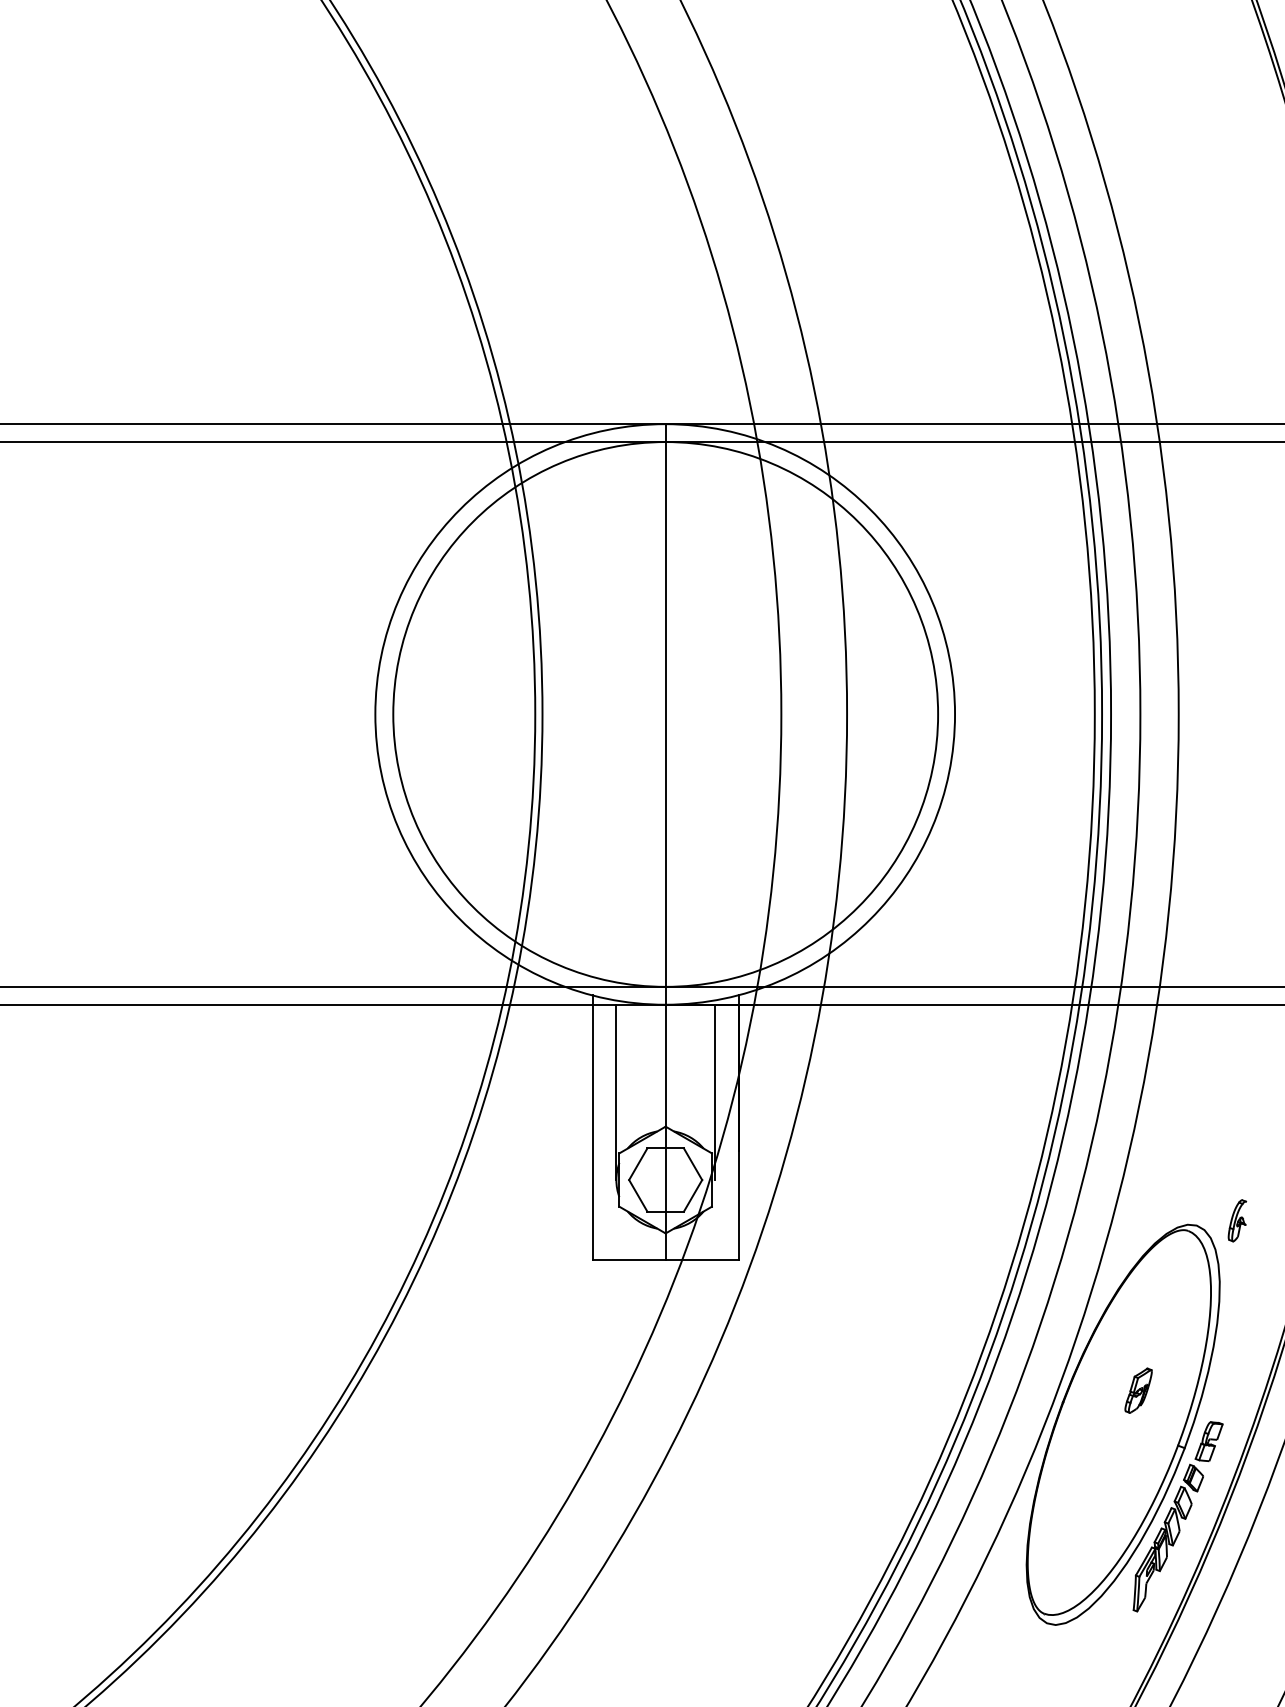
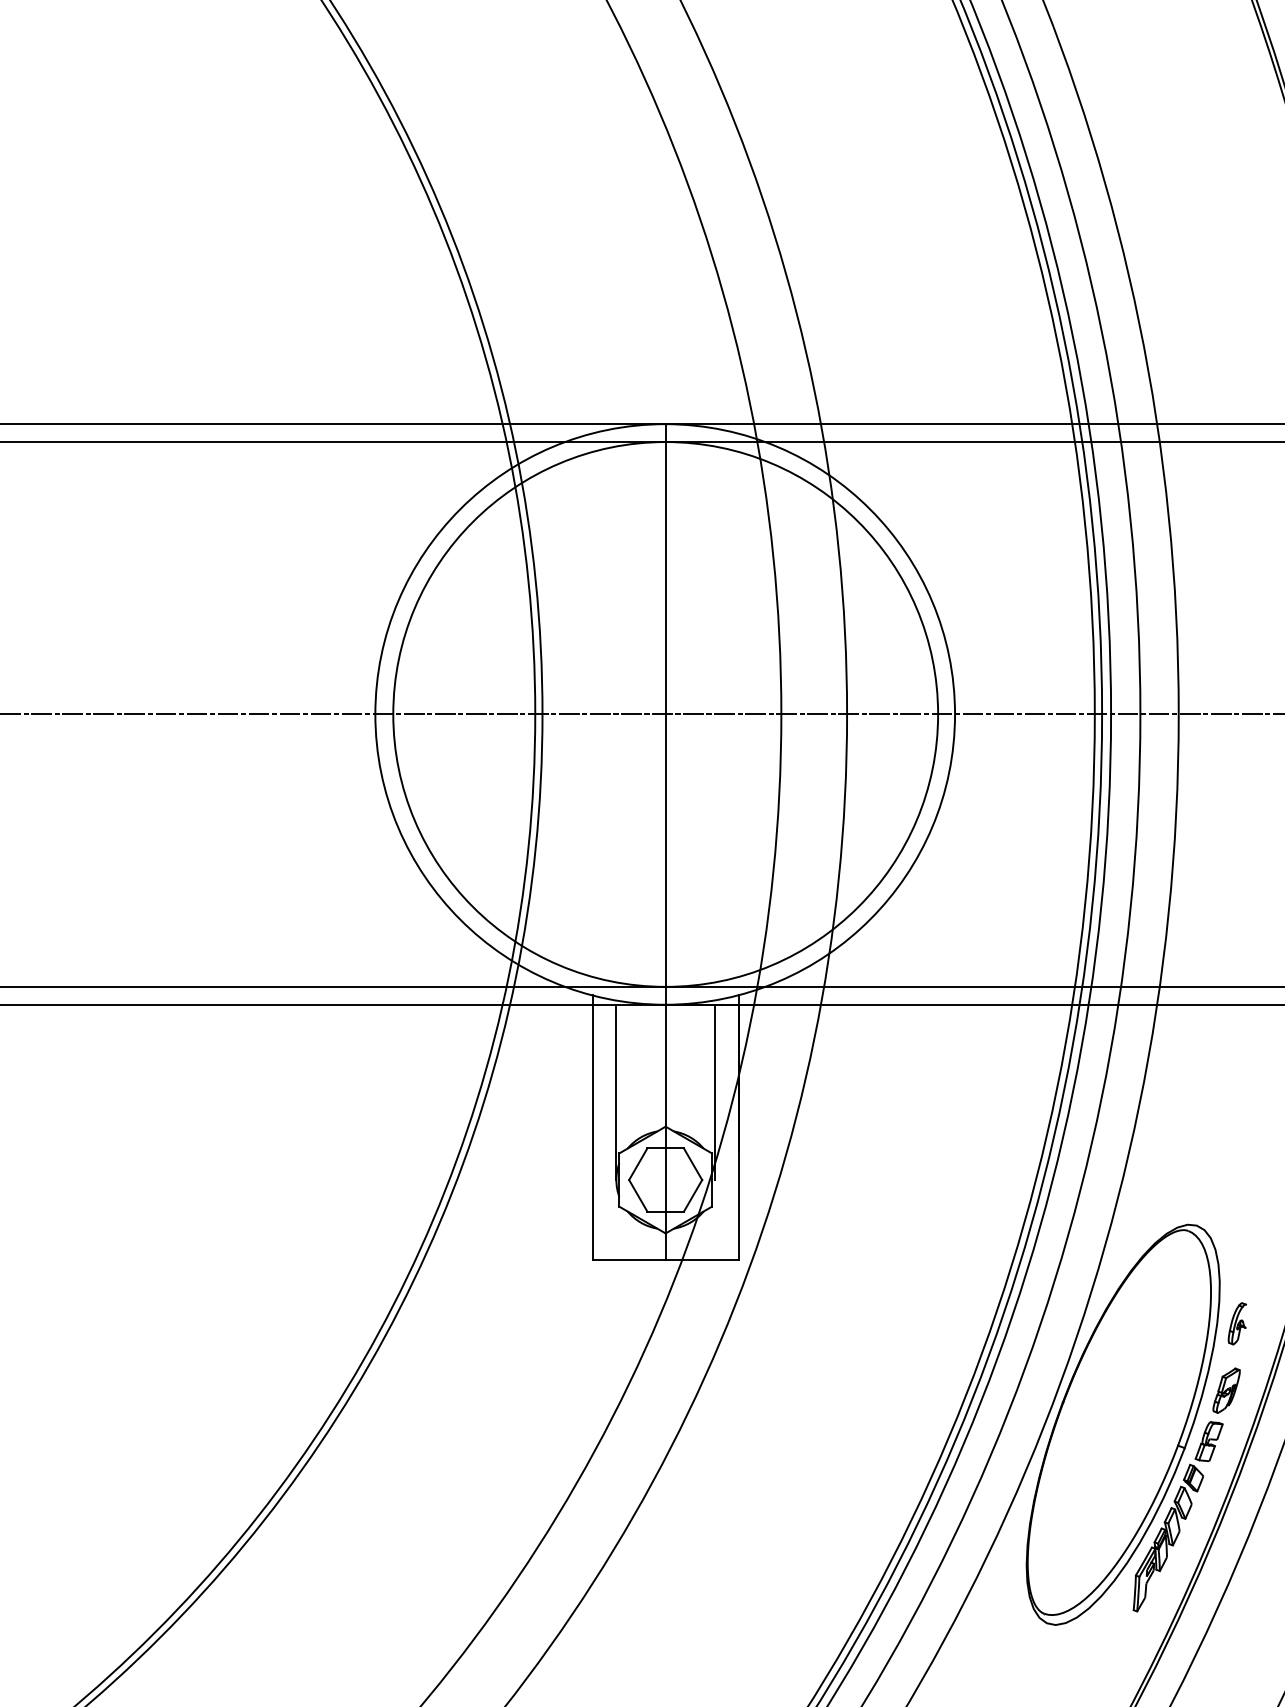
line at (641, 714): none -> present
part at (1237, 1220) position: (1237, 1220) -> (1237, 1323)
part at (1138, 1390) position: (1138, 1390) -> (1226, 1390)
